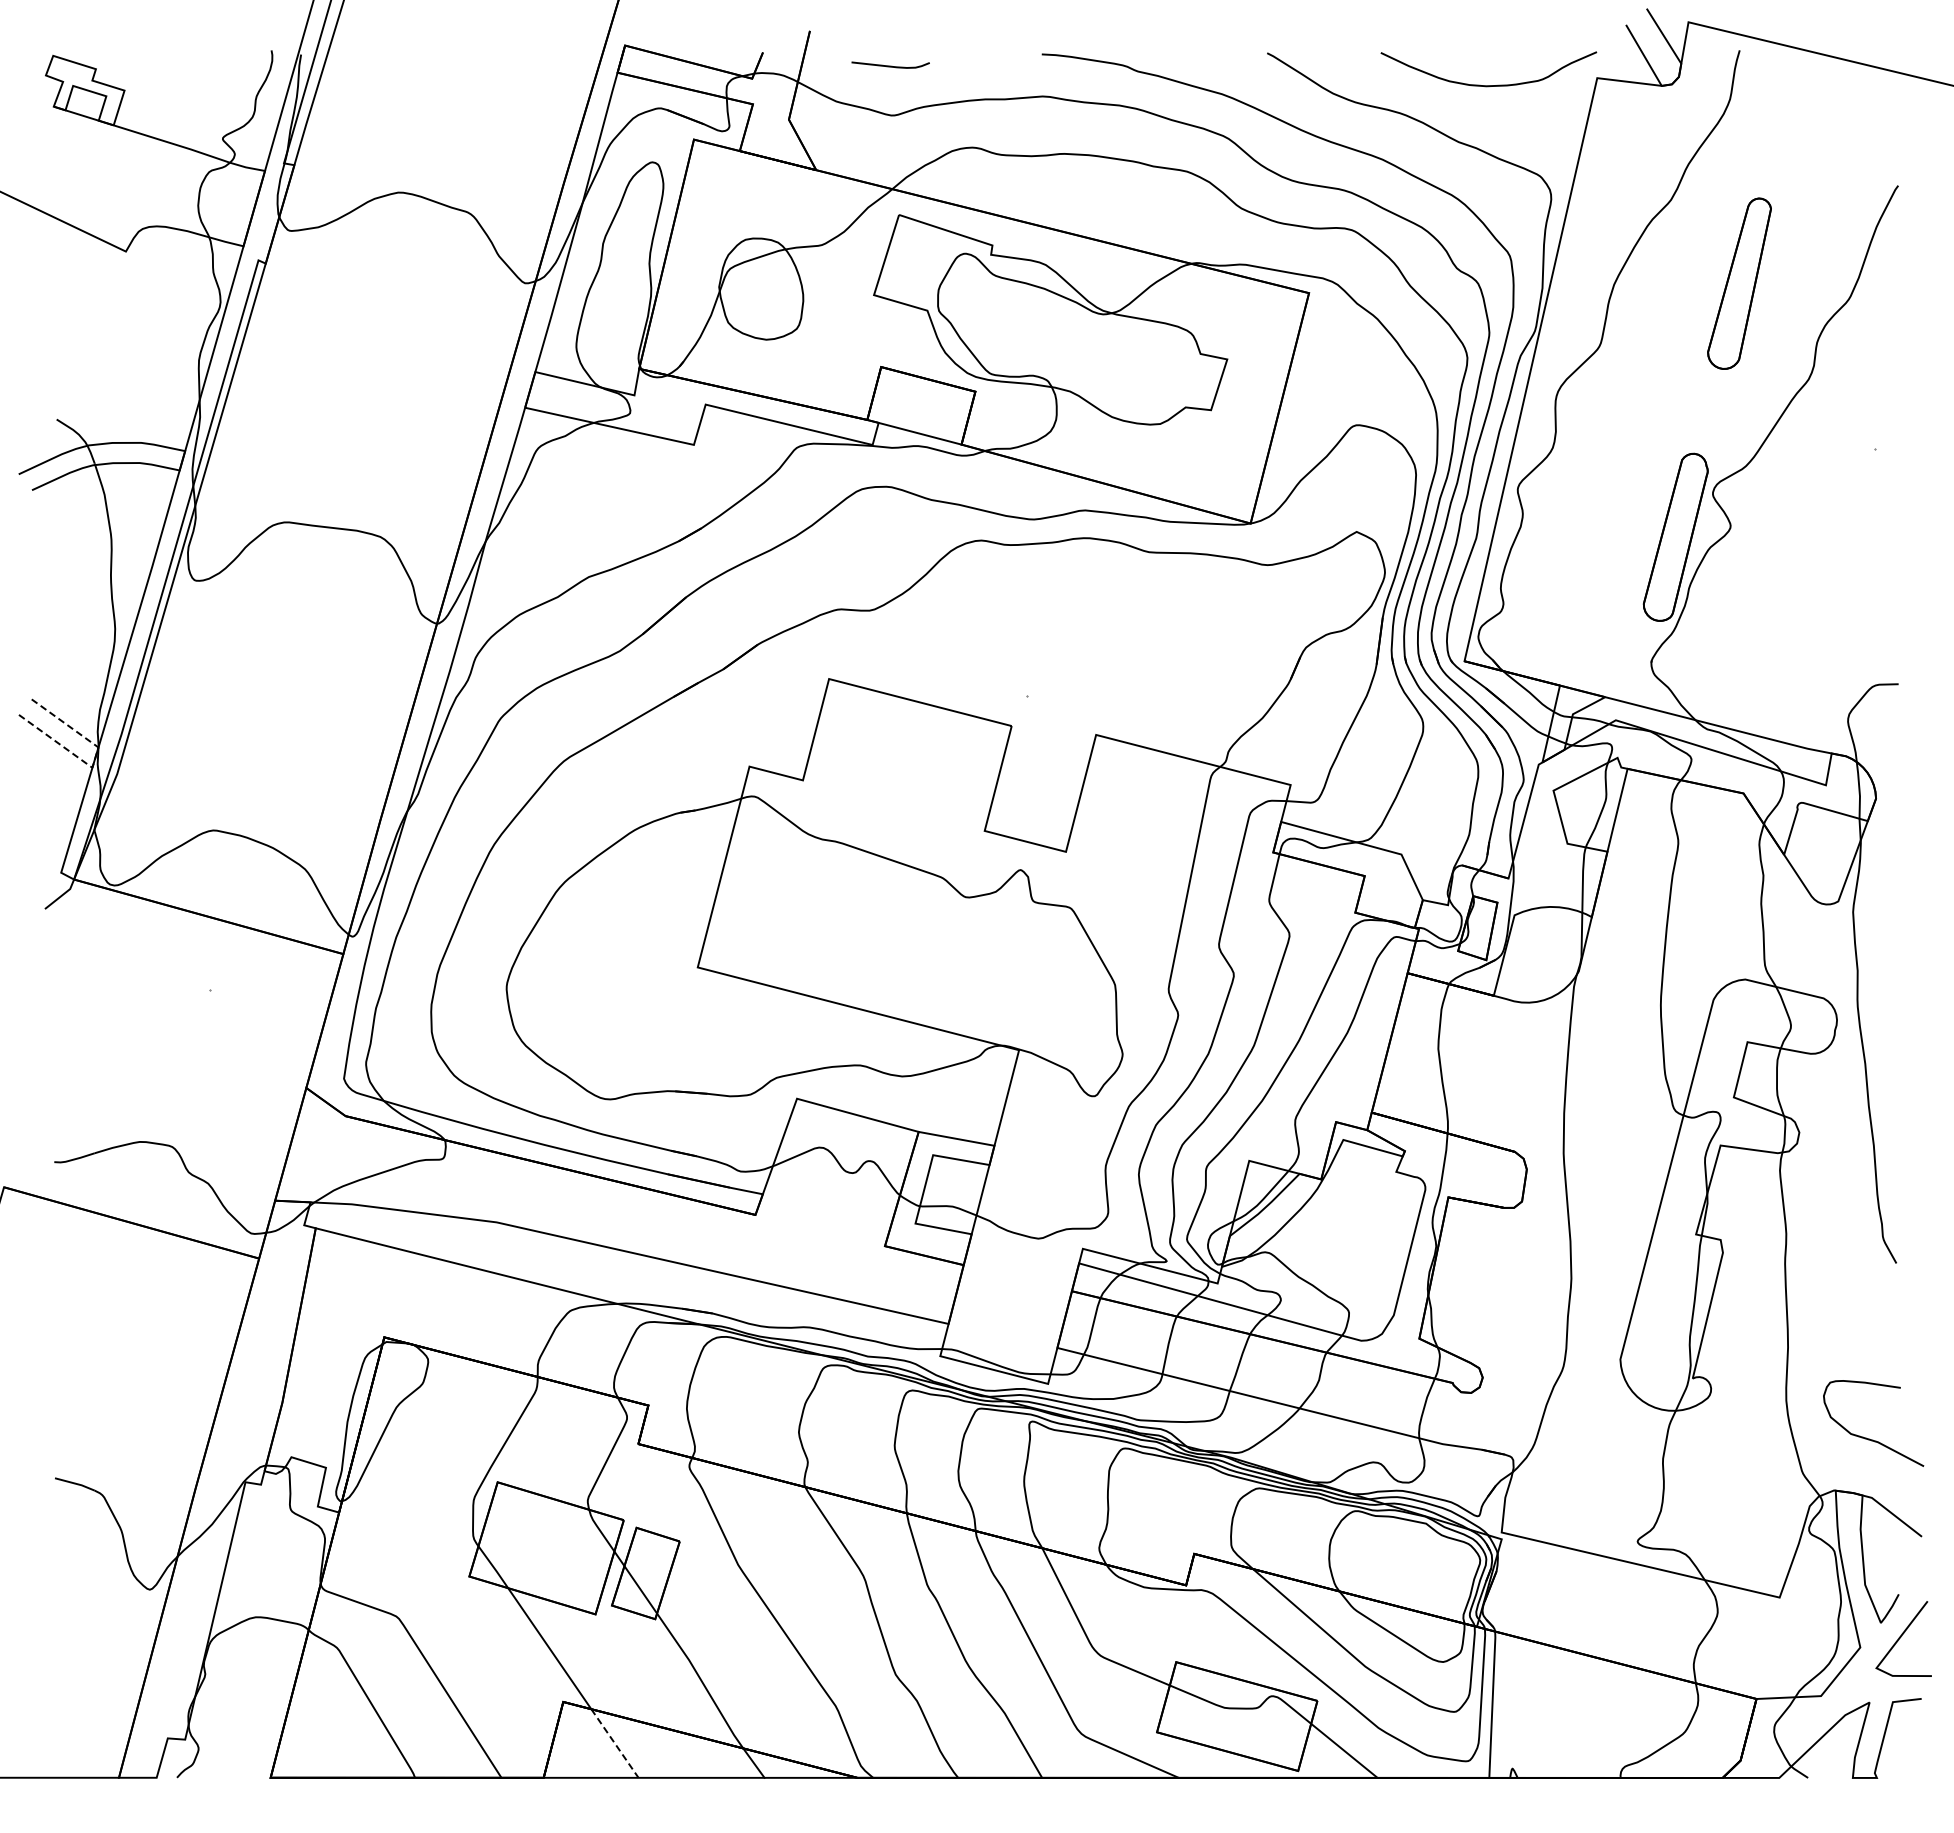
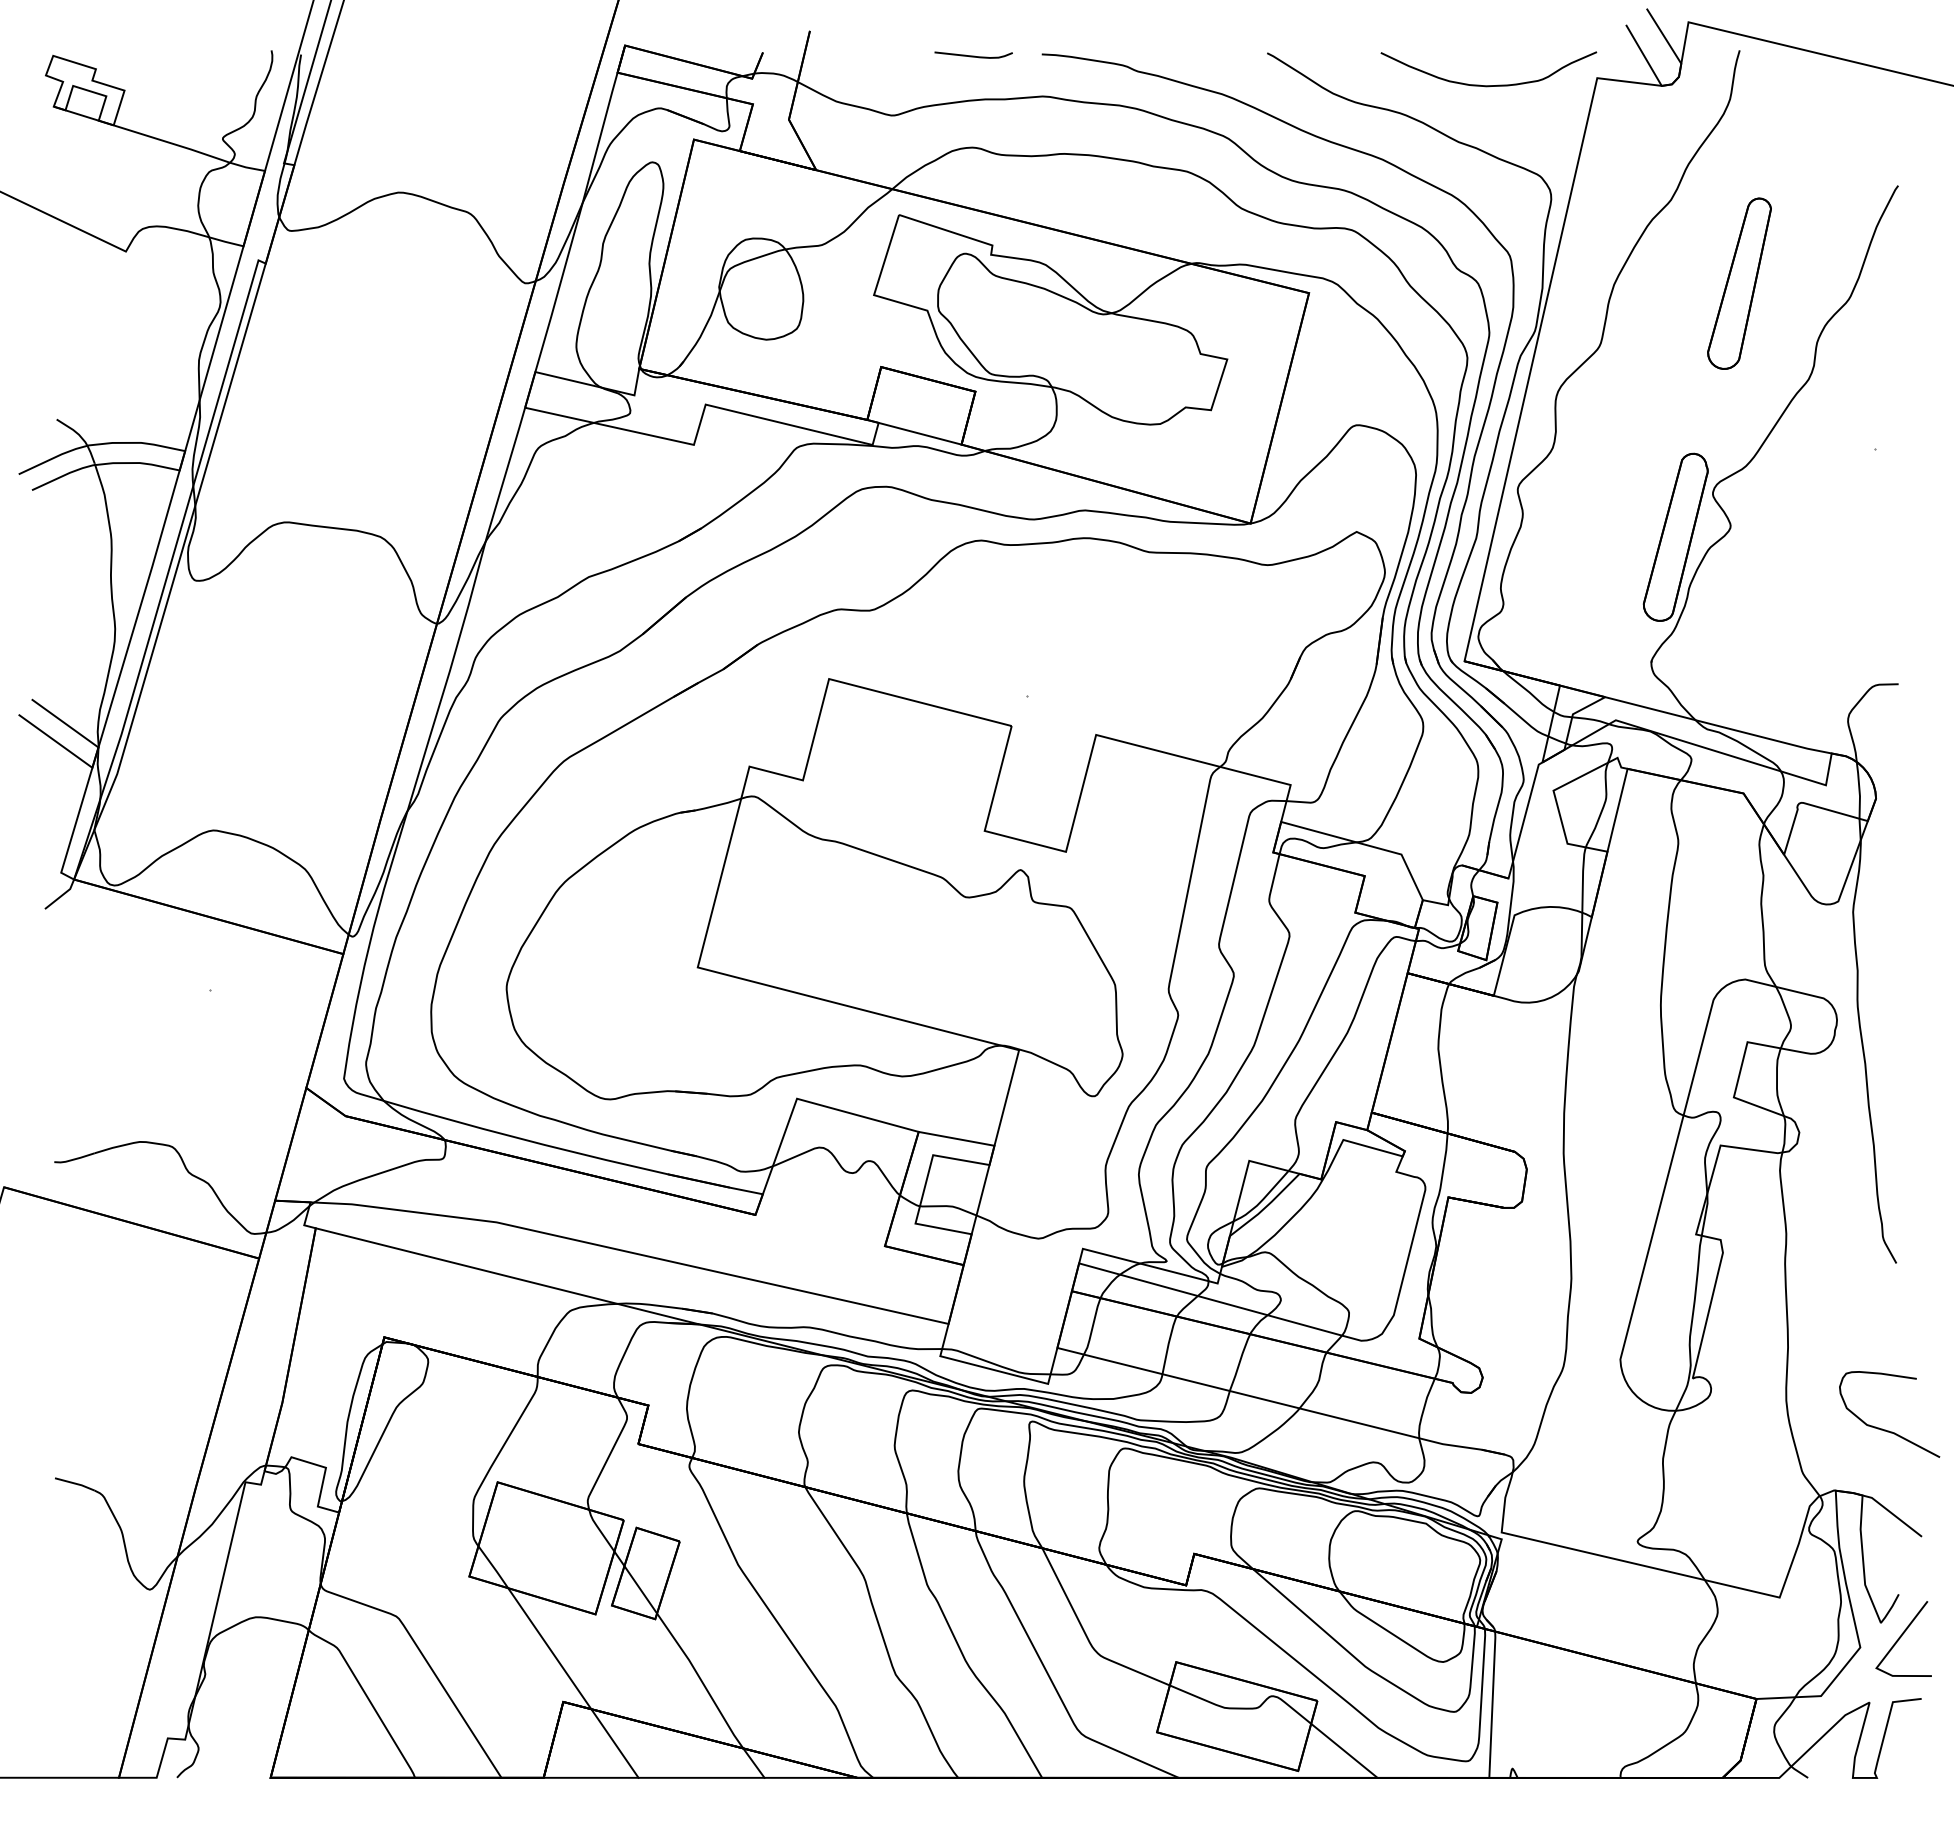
curve at (890, 65) position: (890, 65) -> (973, 55)
line at (94, 761): dashed -> solid
curve at (1869, 1438) position: (1869, 1438) -> (1885, 1429)
line at (614, 1743): dashed -> solid
